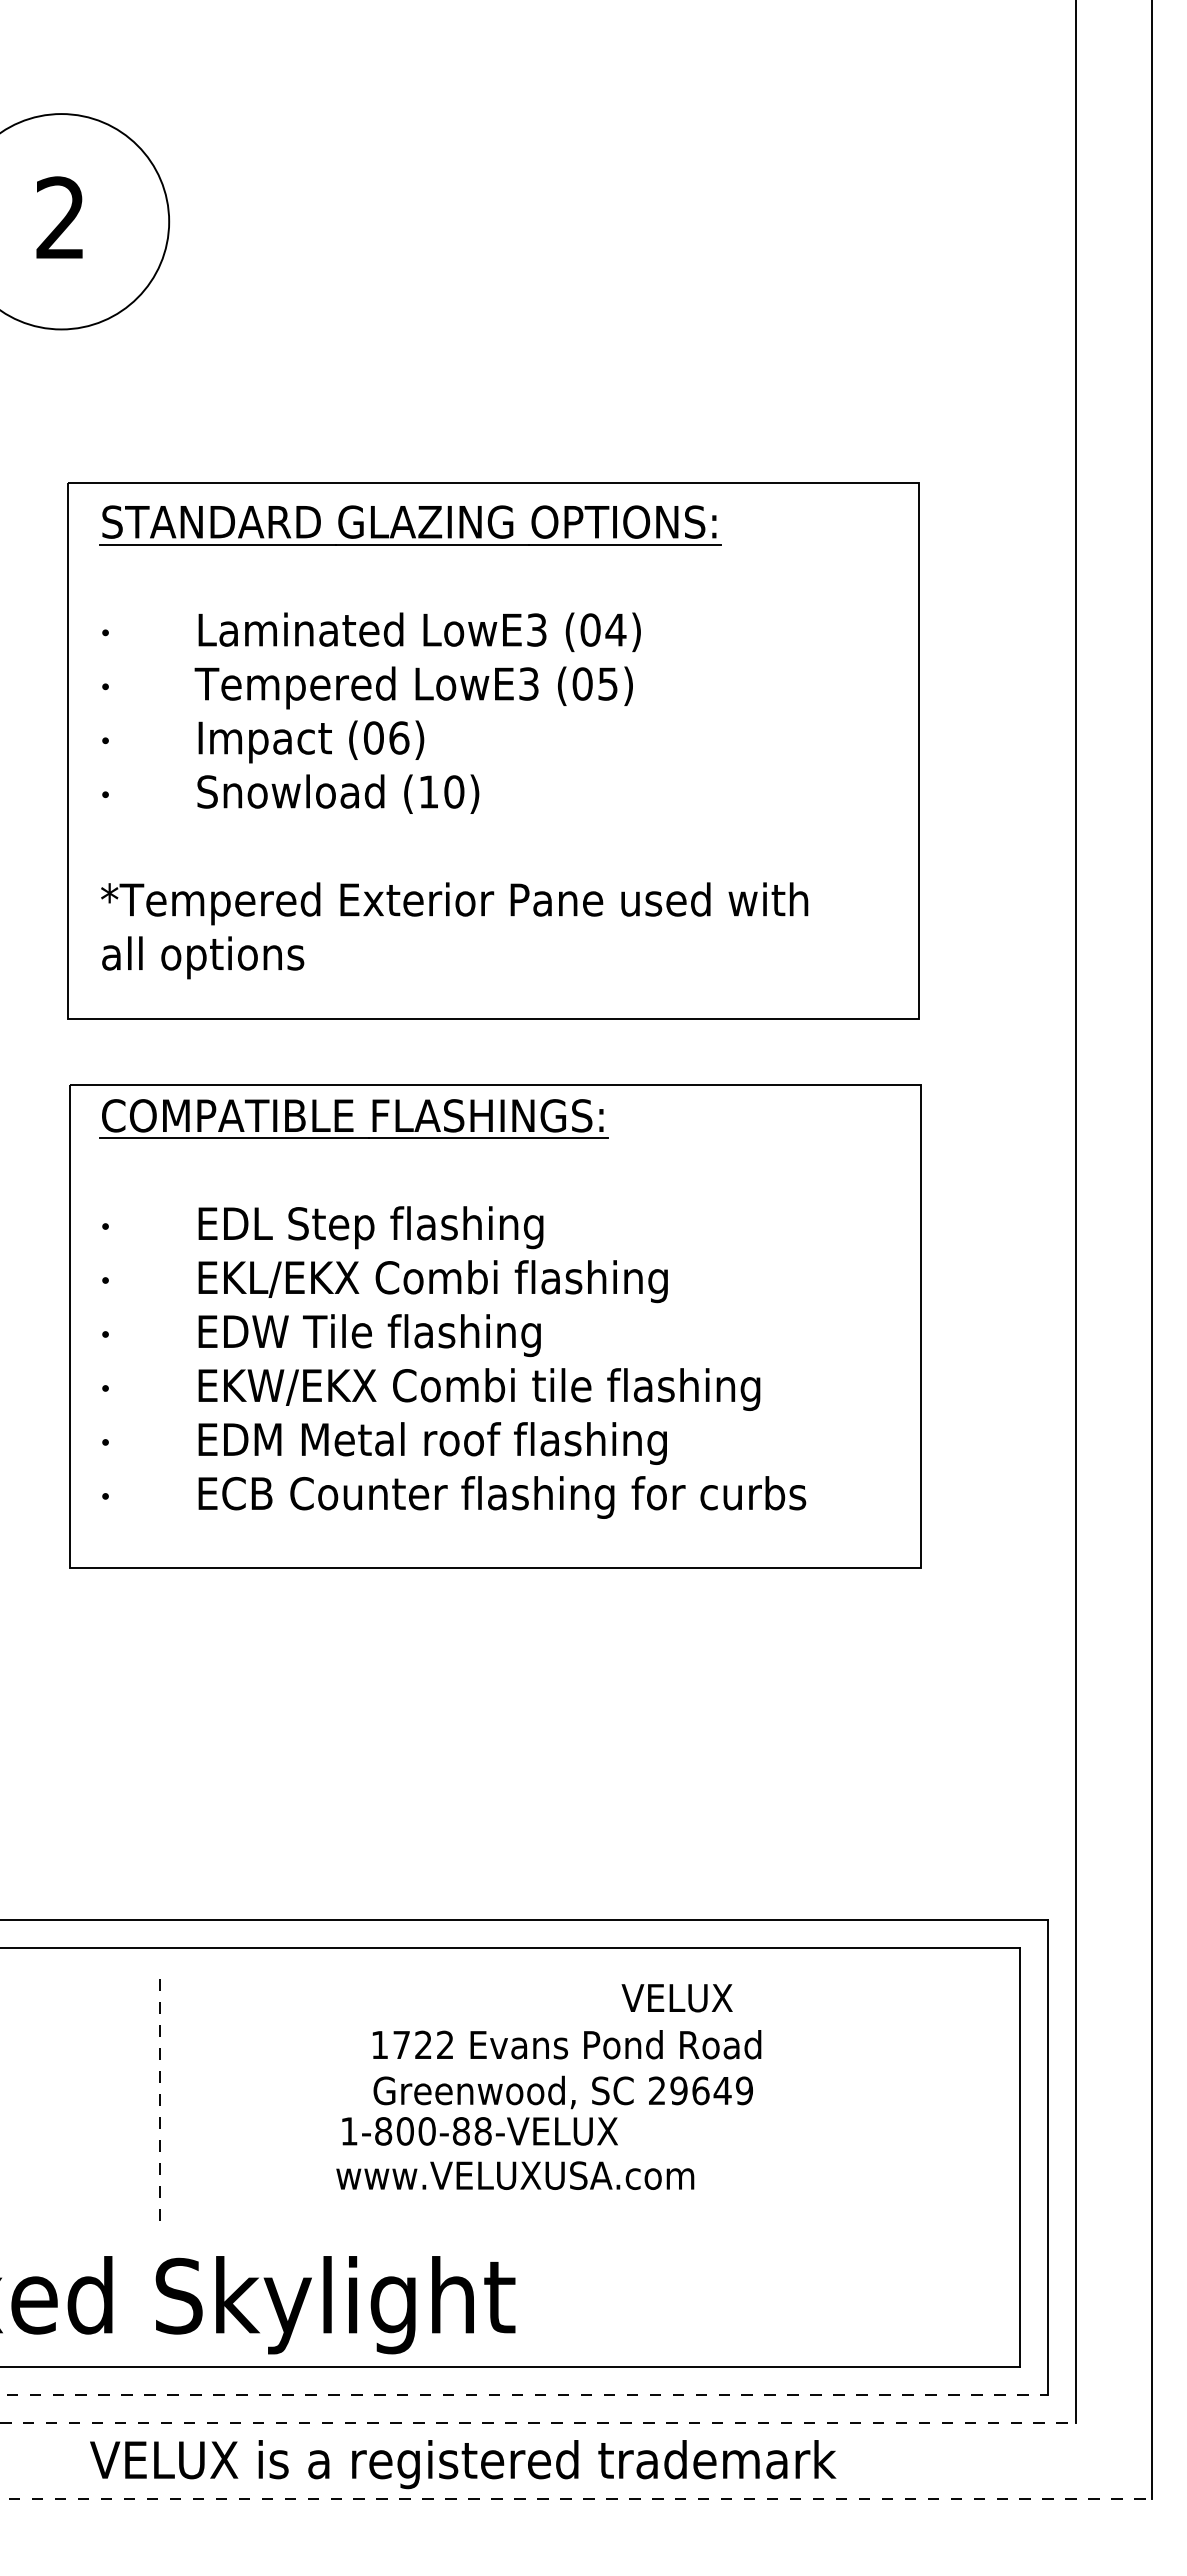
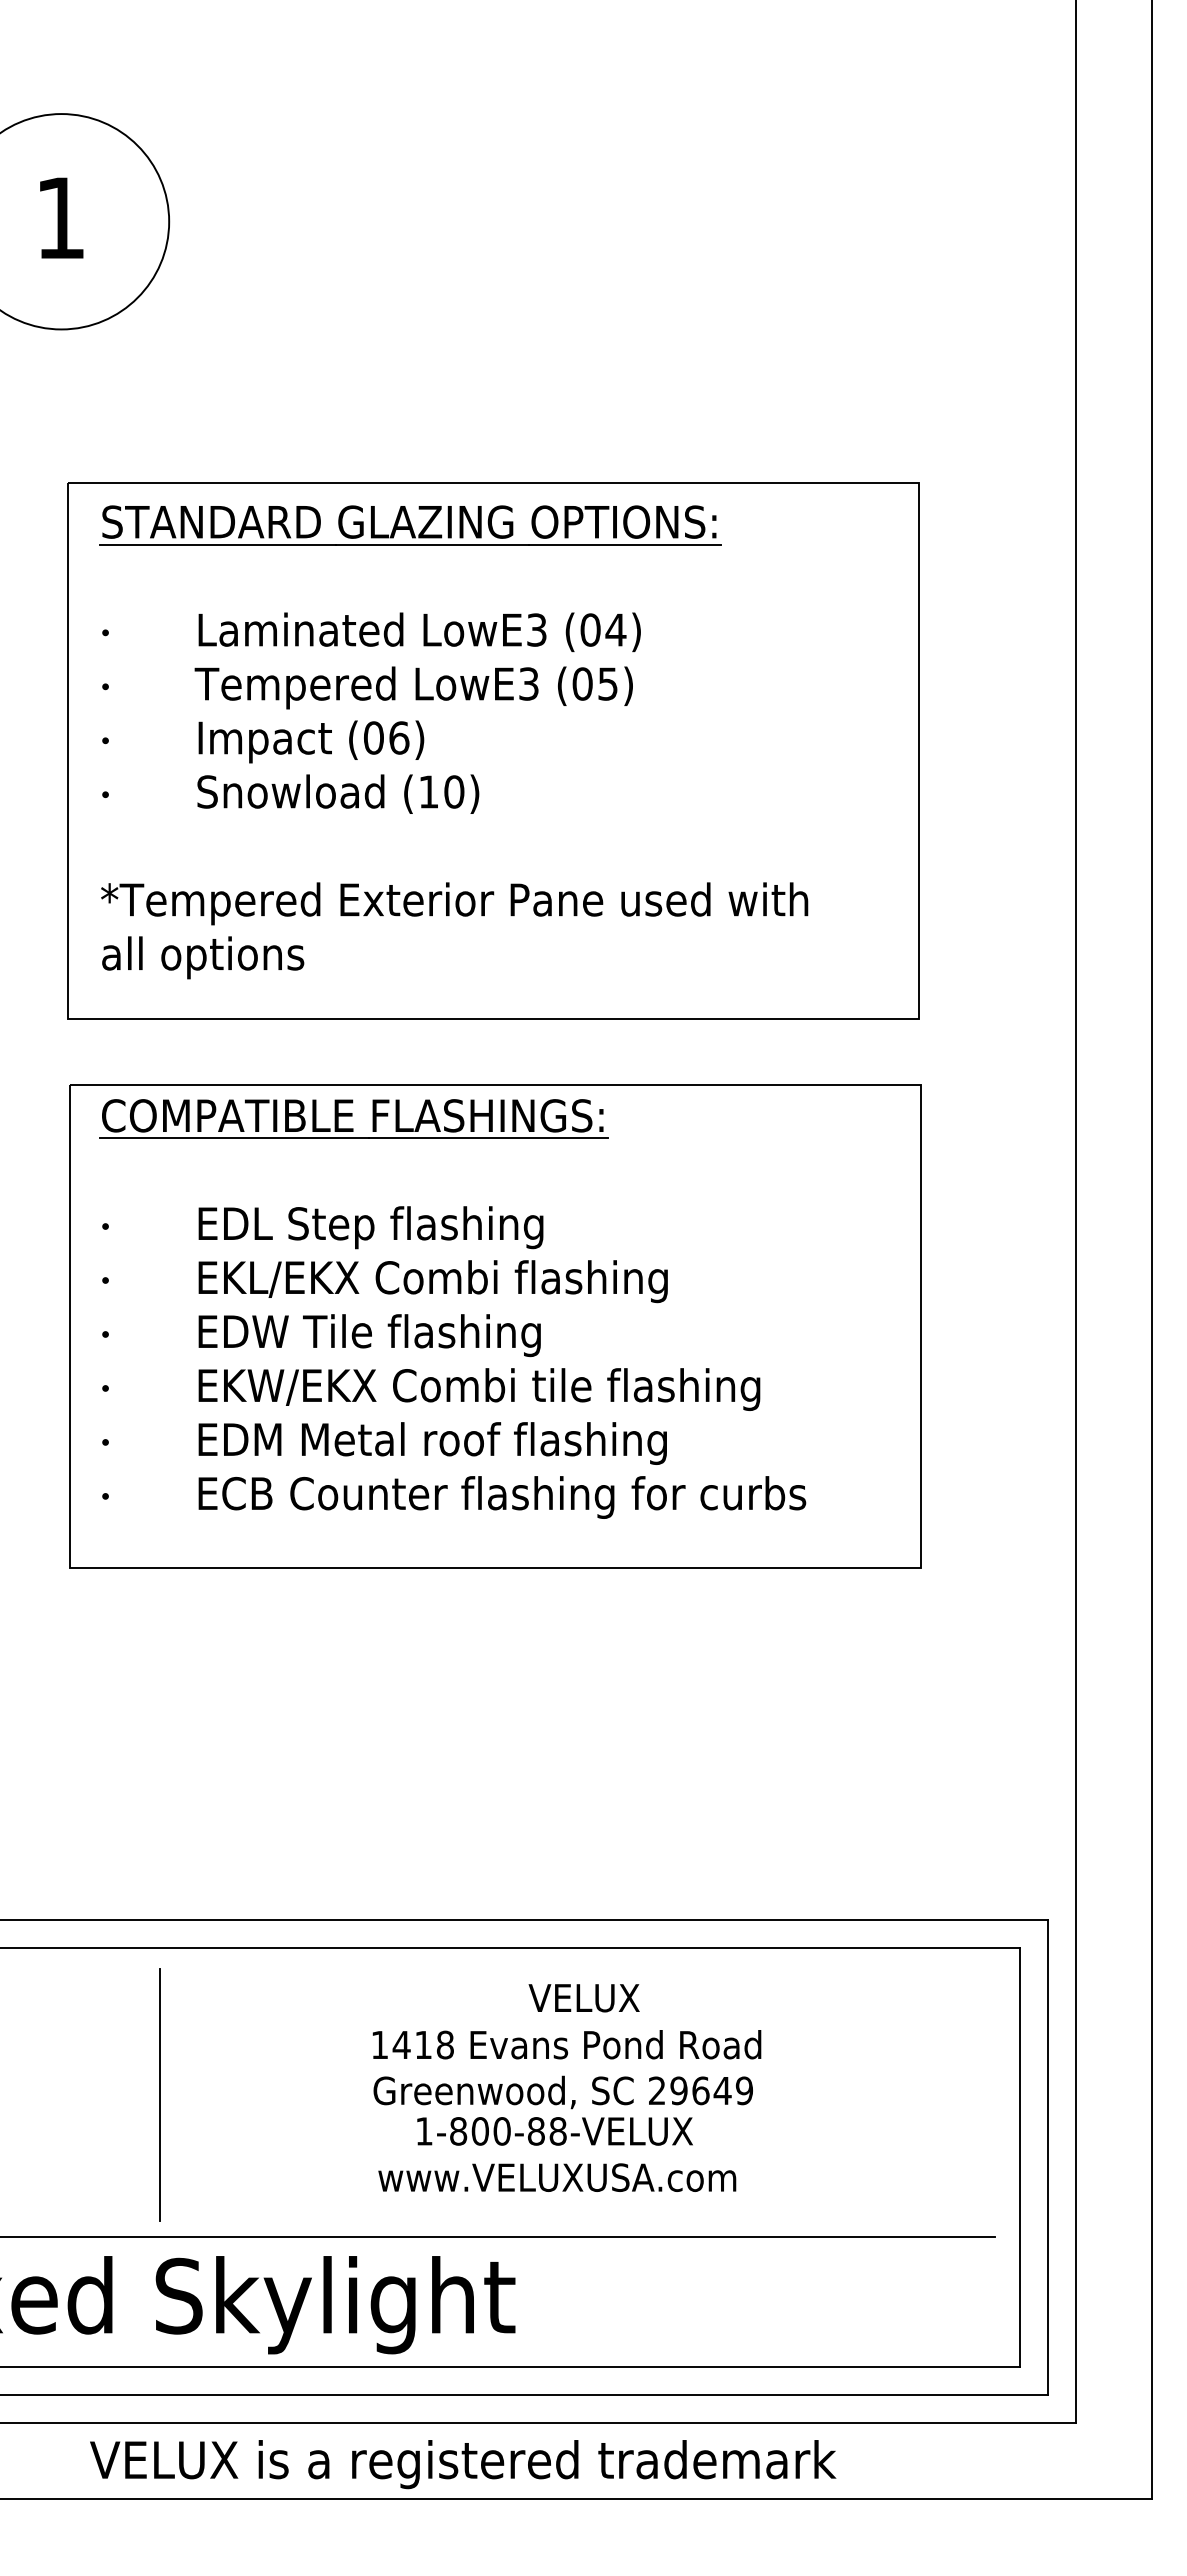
text at (59, 217): 2 -> 1
text at (676, 1998) position: (676, 1998) -> (583, 1998)
text at (422, 2044): 1722 -> 1418
line at (159, 2094): dashed -> solid
text at (479, 2131) position: (479, 2131) -> (554, 2131)
text at (515, 2175) position: (515, 2175) -> (557, 2177)
line at (498, 2236): none -> present
line at (524, 2395): dashed -> solid
line at (538, 2422): dashed -> solid
line at (576, 2498): dashed -> solid
